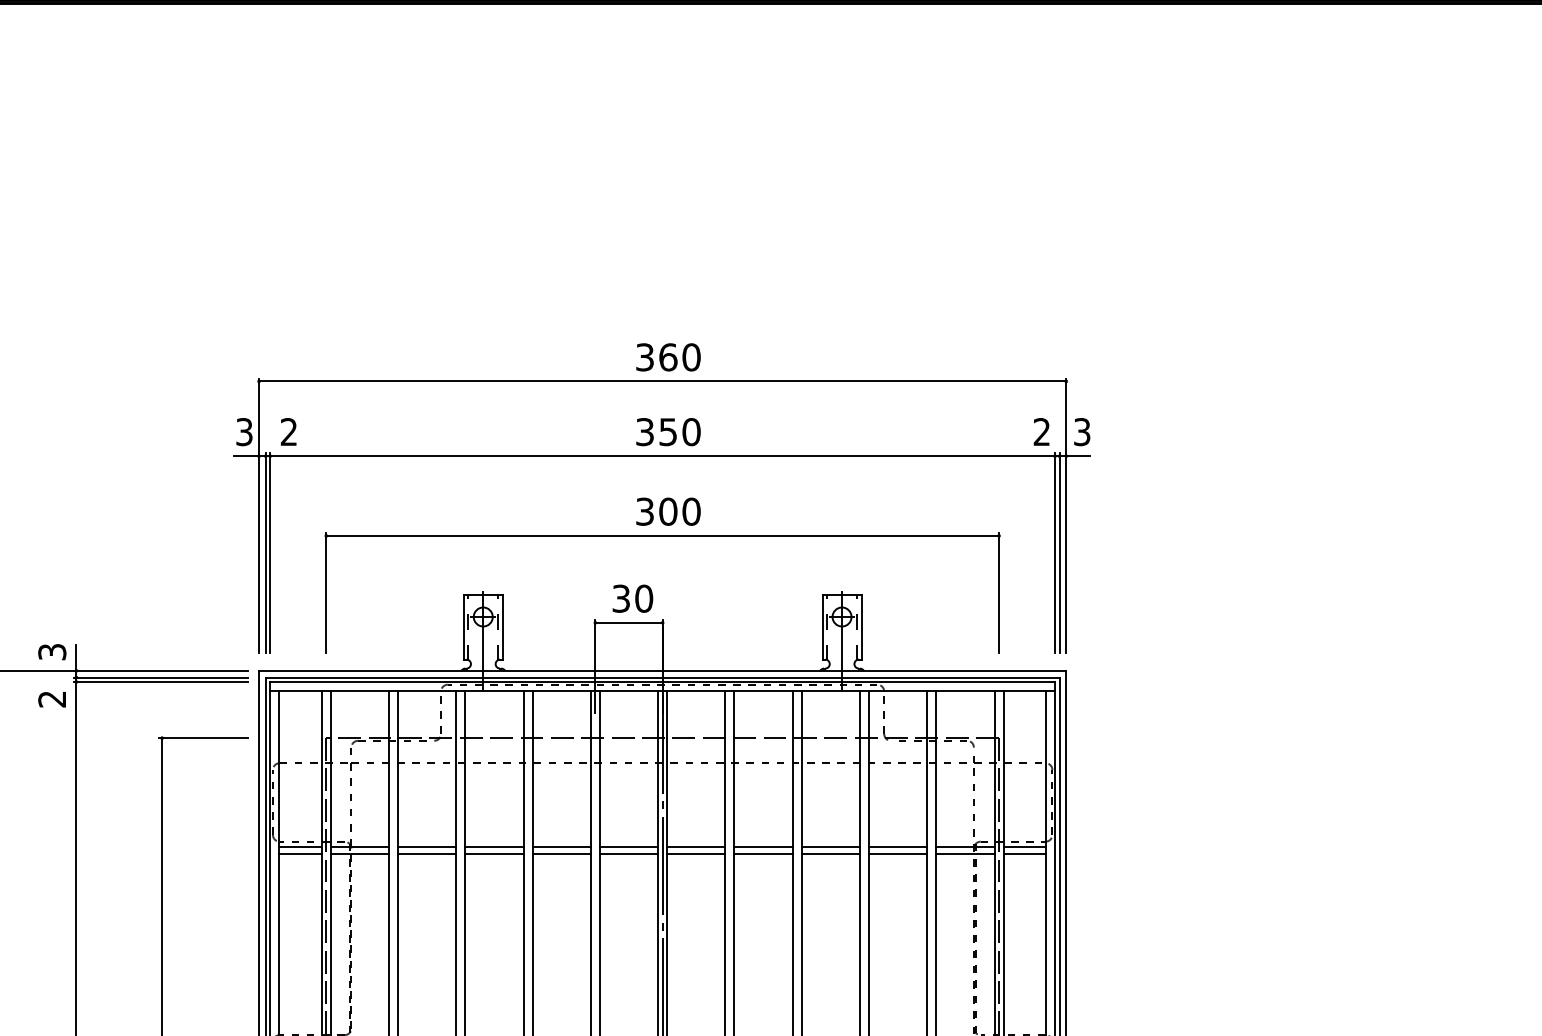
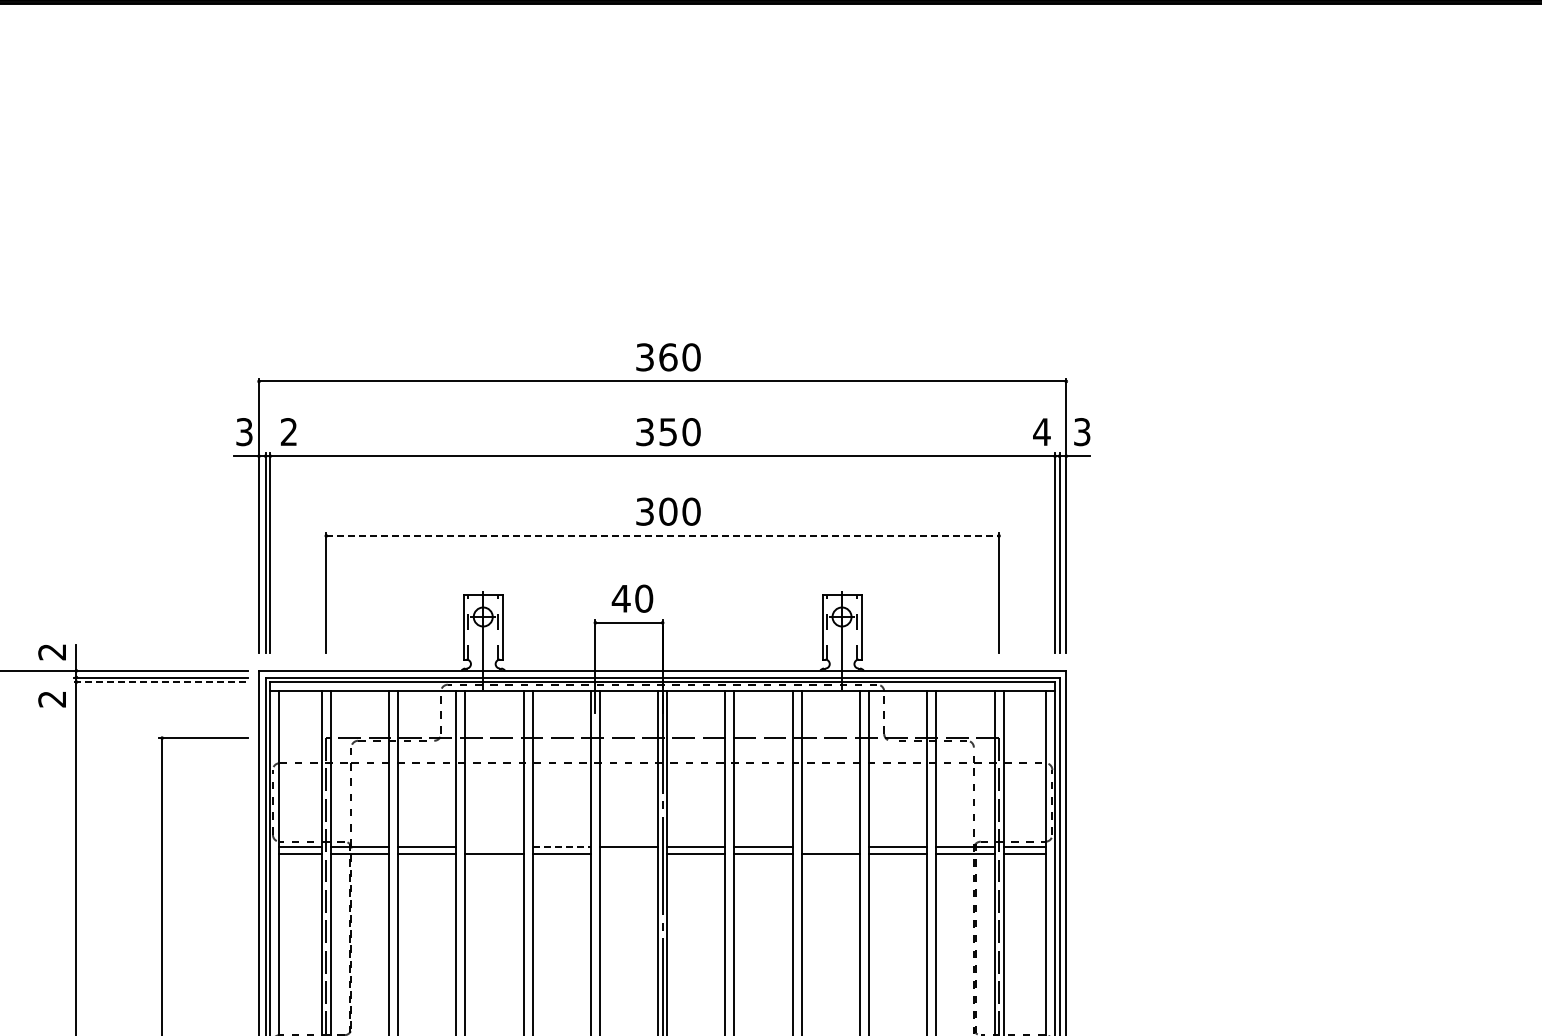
text at (1041, 431): 2 -> 4
line at (663, 535): solid -> dashed
text at (620, 598): 30 -> 40
text at (52, 652): 3 -> 2
line at (161, 682): solid -> dashed
line at (494, 846): present -> none
line at (562, 846): solid -> dashed
line at (830, 846): present -> none
line at (628, 853): present -> none
